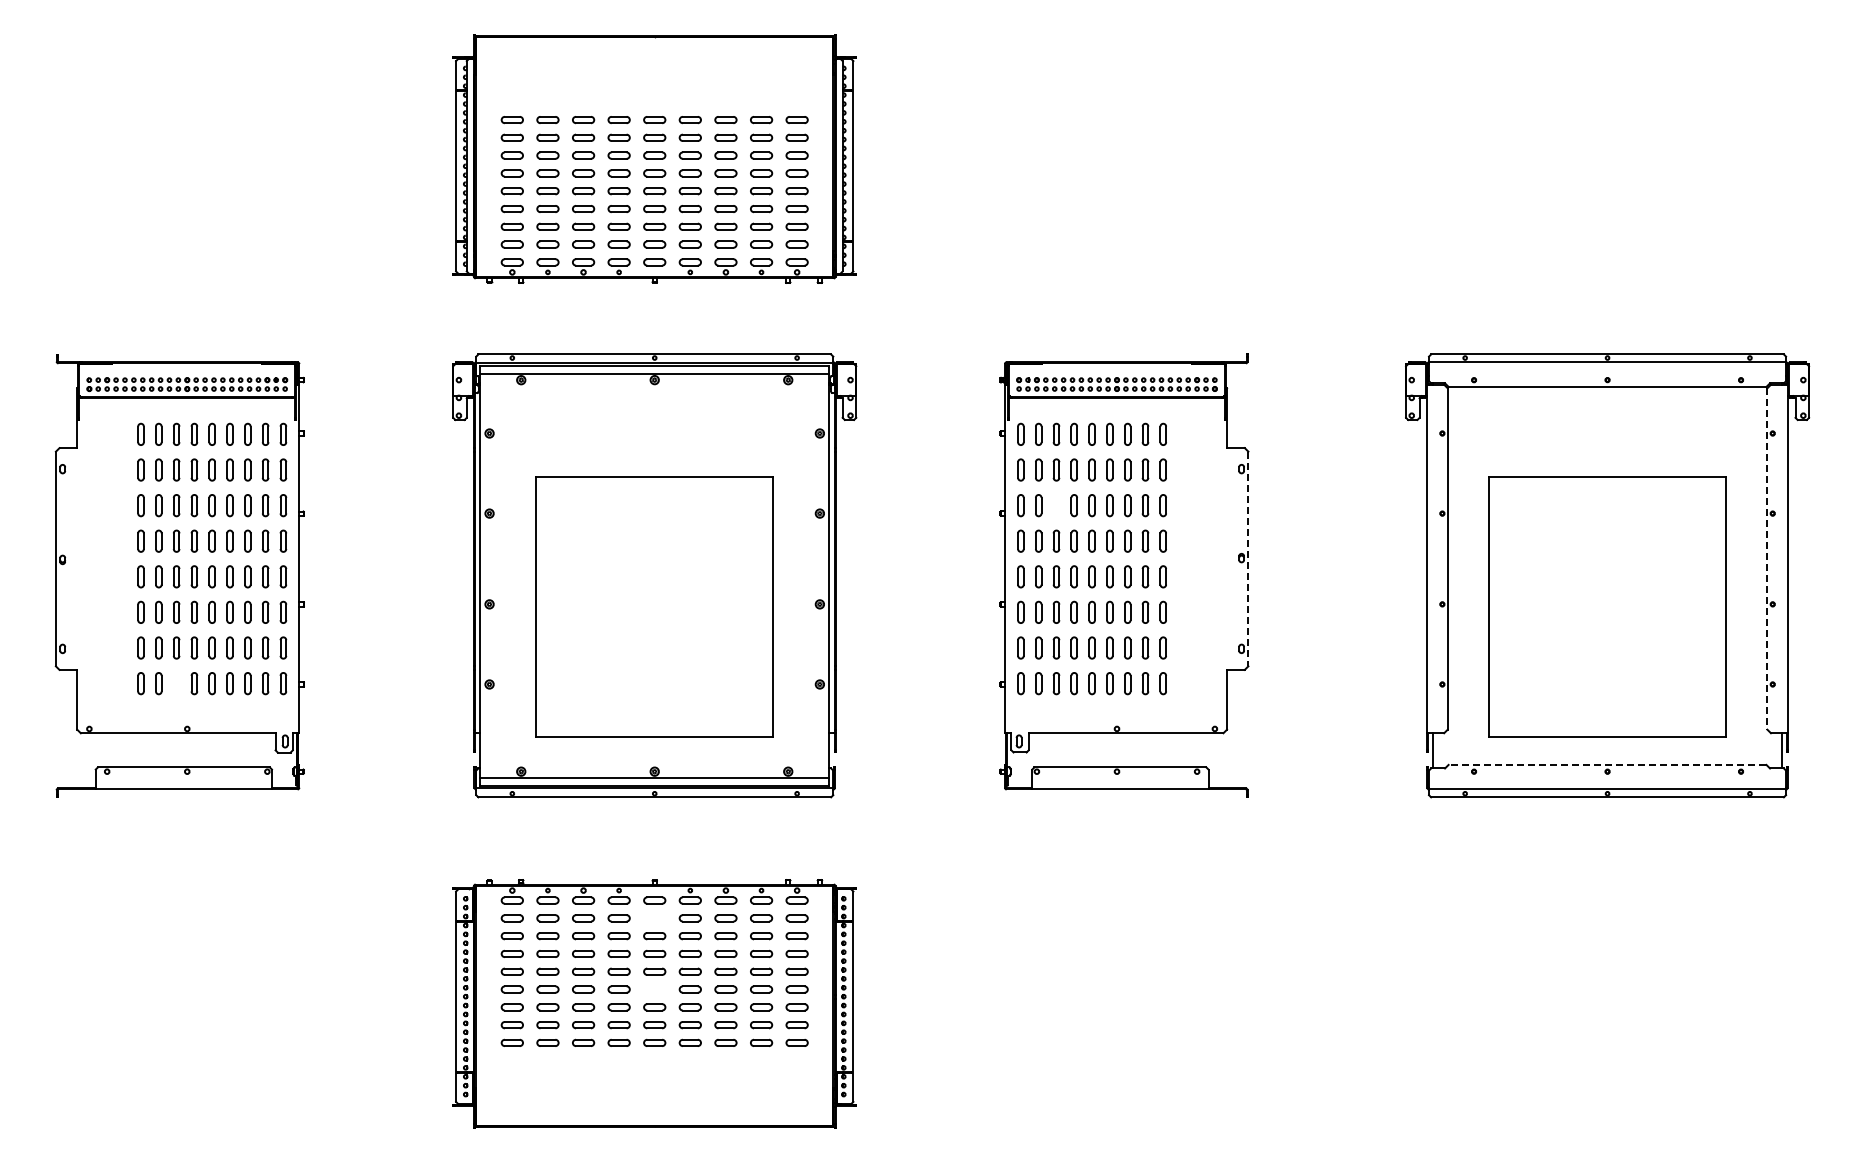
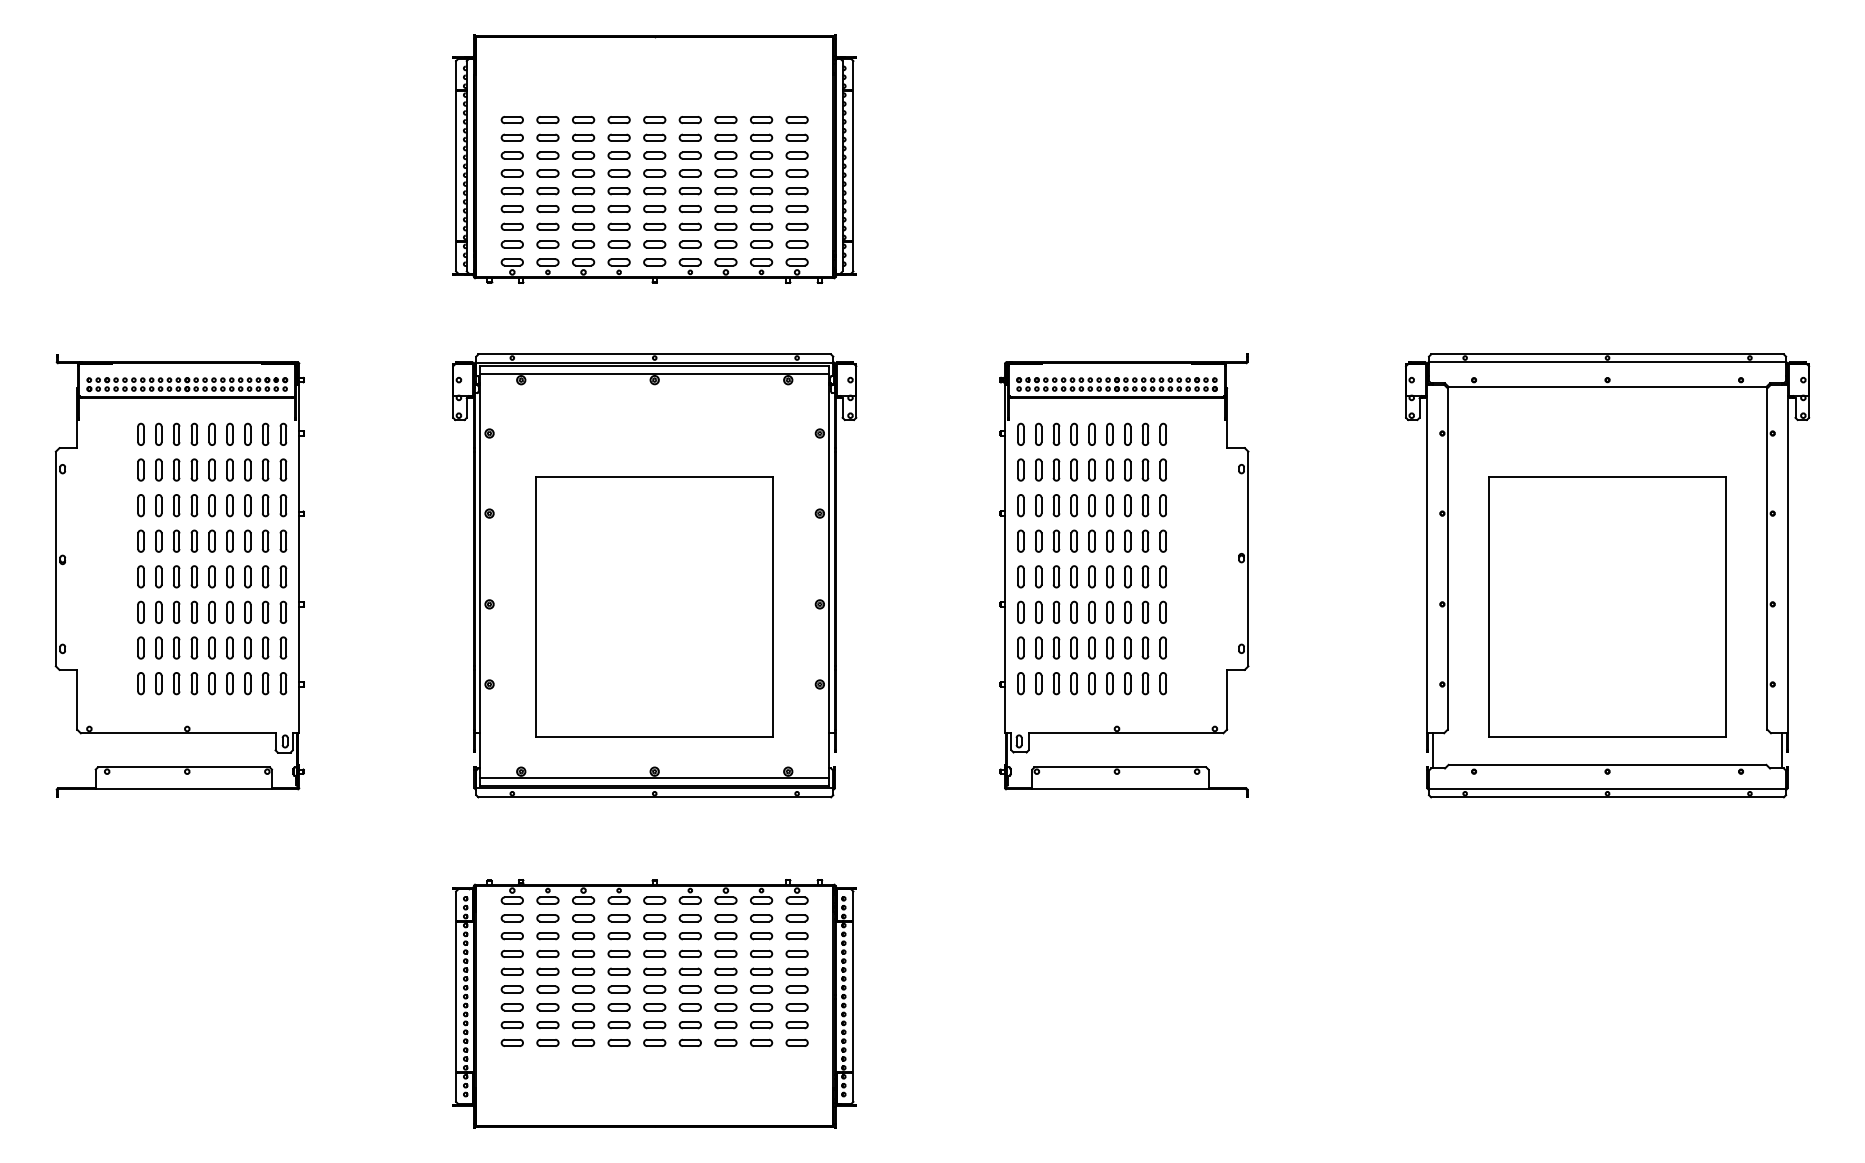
part at (1056, 505): none -> present
line at (1248, 559): dashed -> solid
line at (1767, 559): dashed -> solid
part at (176, 683): none -> present
line at (1607, 764): dashed -> solid
part at (654, 918): none -> present
part at (654, 989): none -> present
